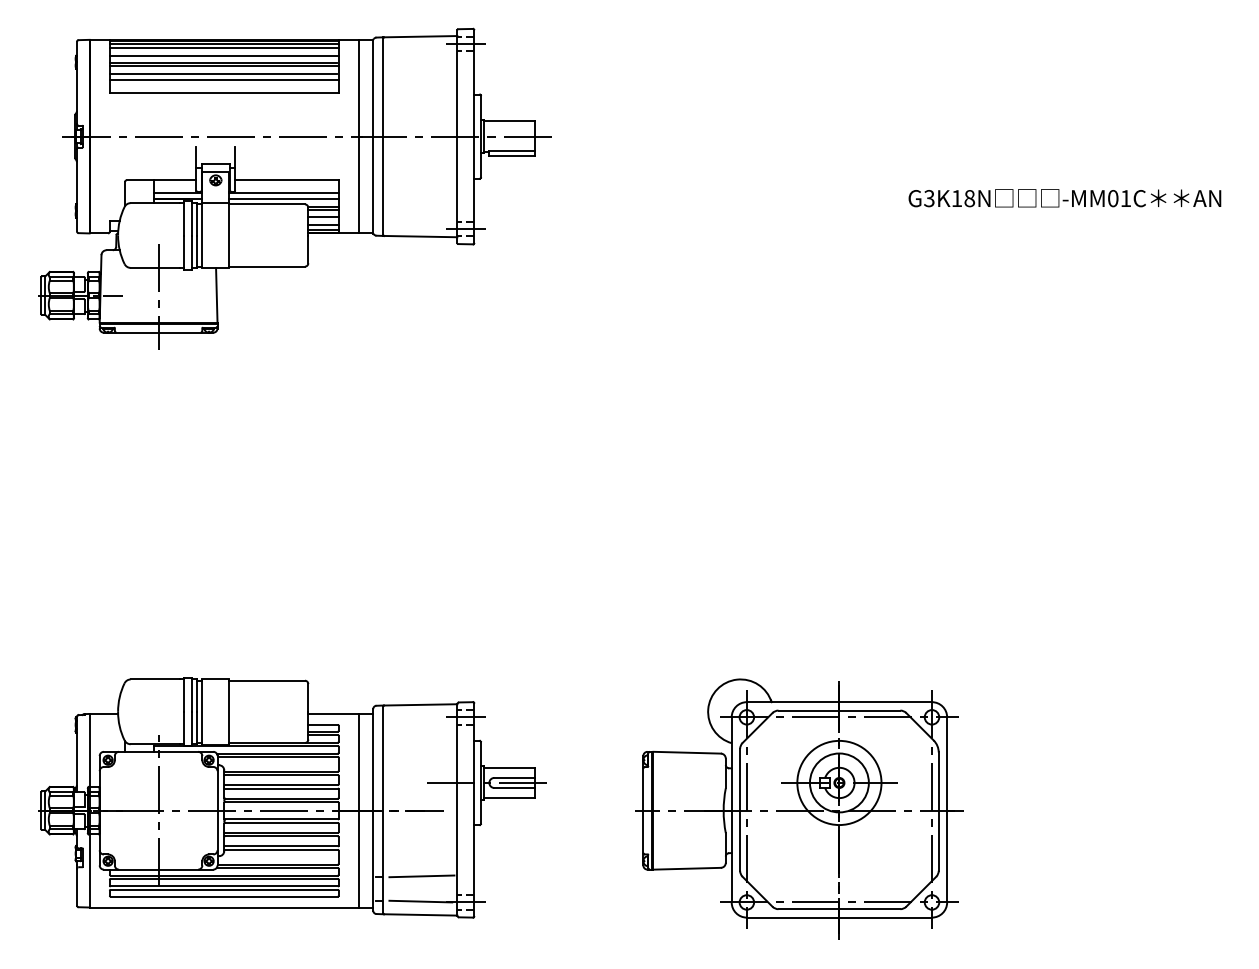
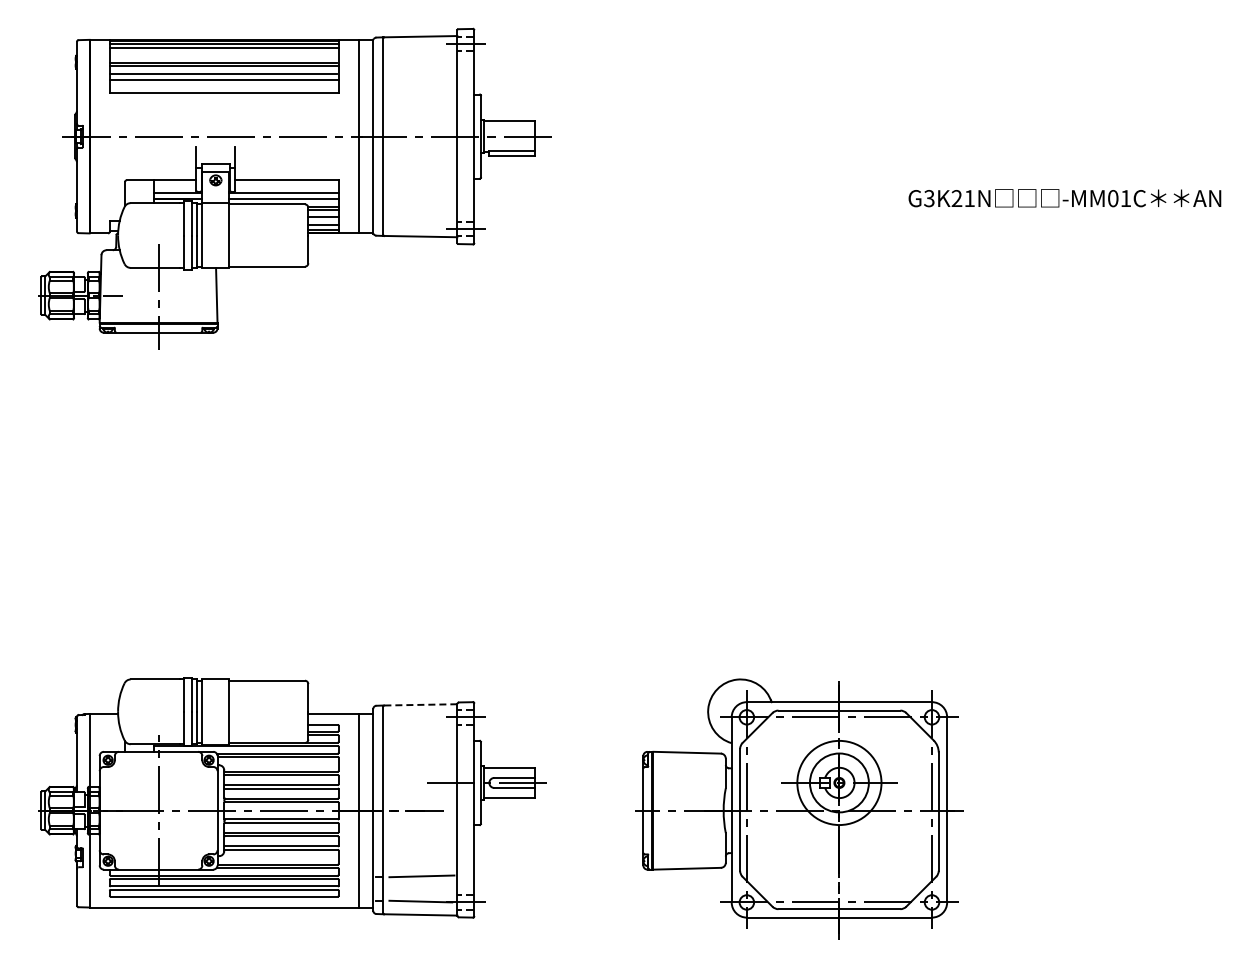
line at (223, 56): present -> none
text at (963, 198): G3K18N -> G3K21N
line at (420, 704): solid -> dashed
